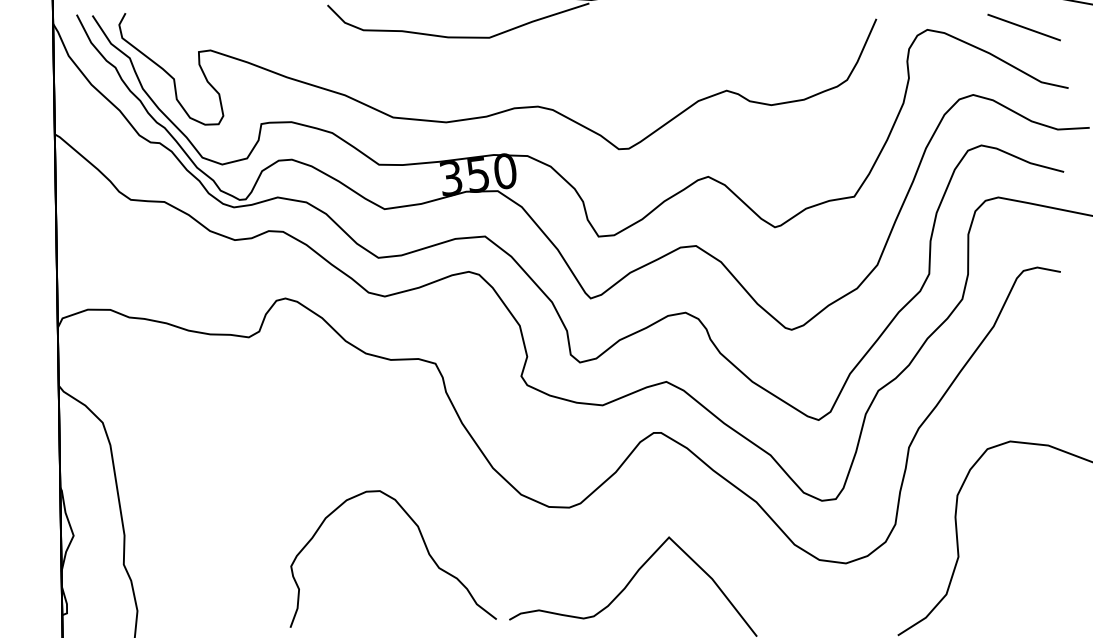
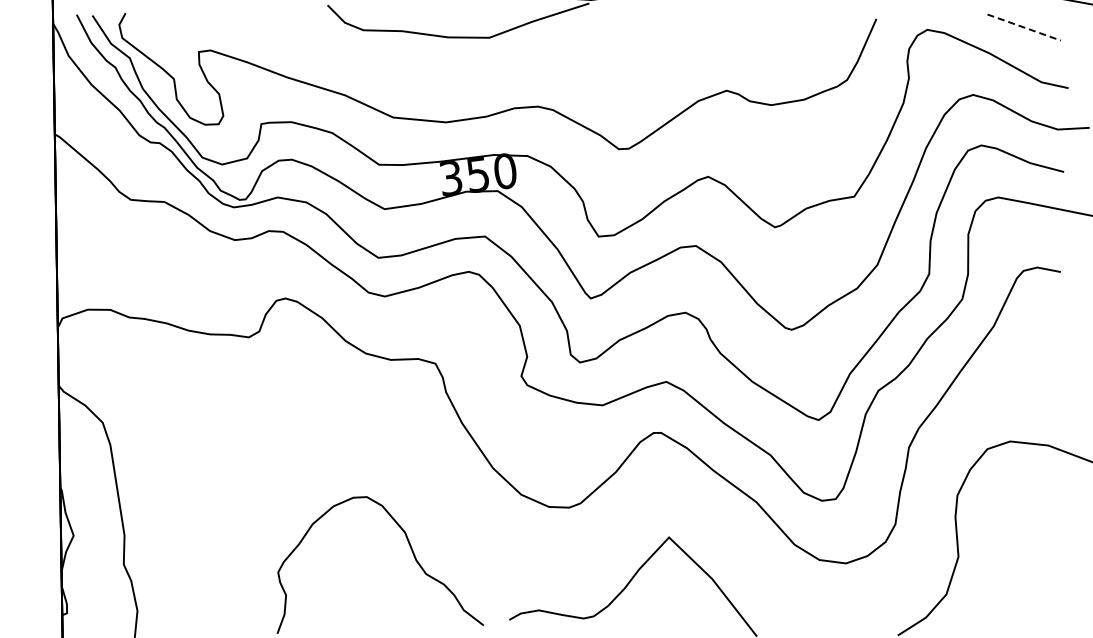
line at (1024, 27): solid -> dashed
curve at (424, 545) position: (424, 545) -> (411, 551)
